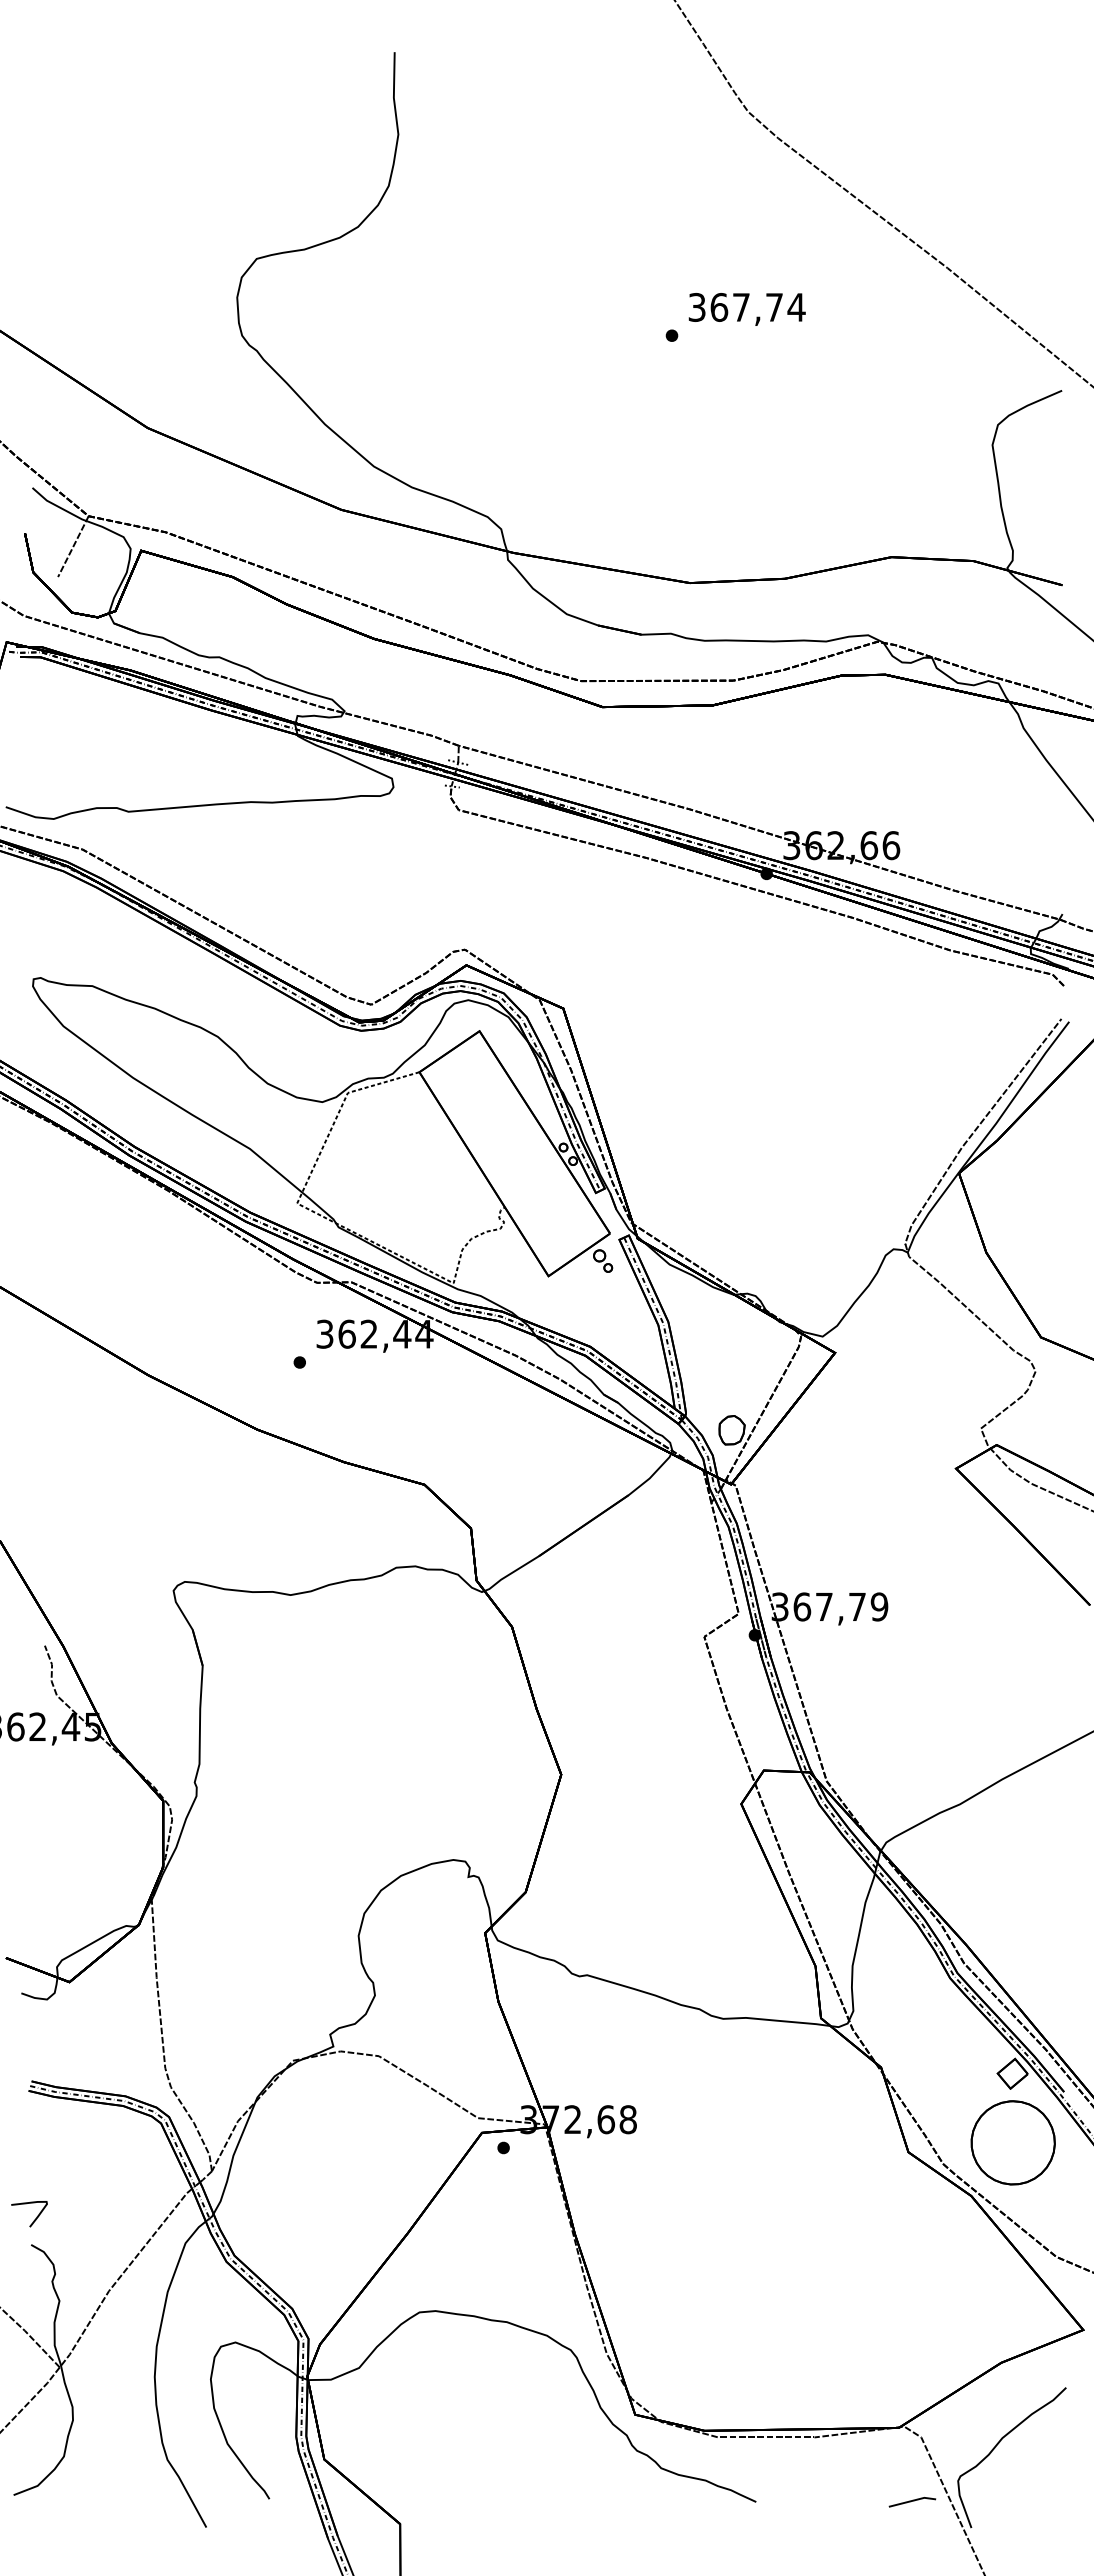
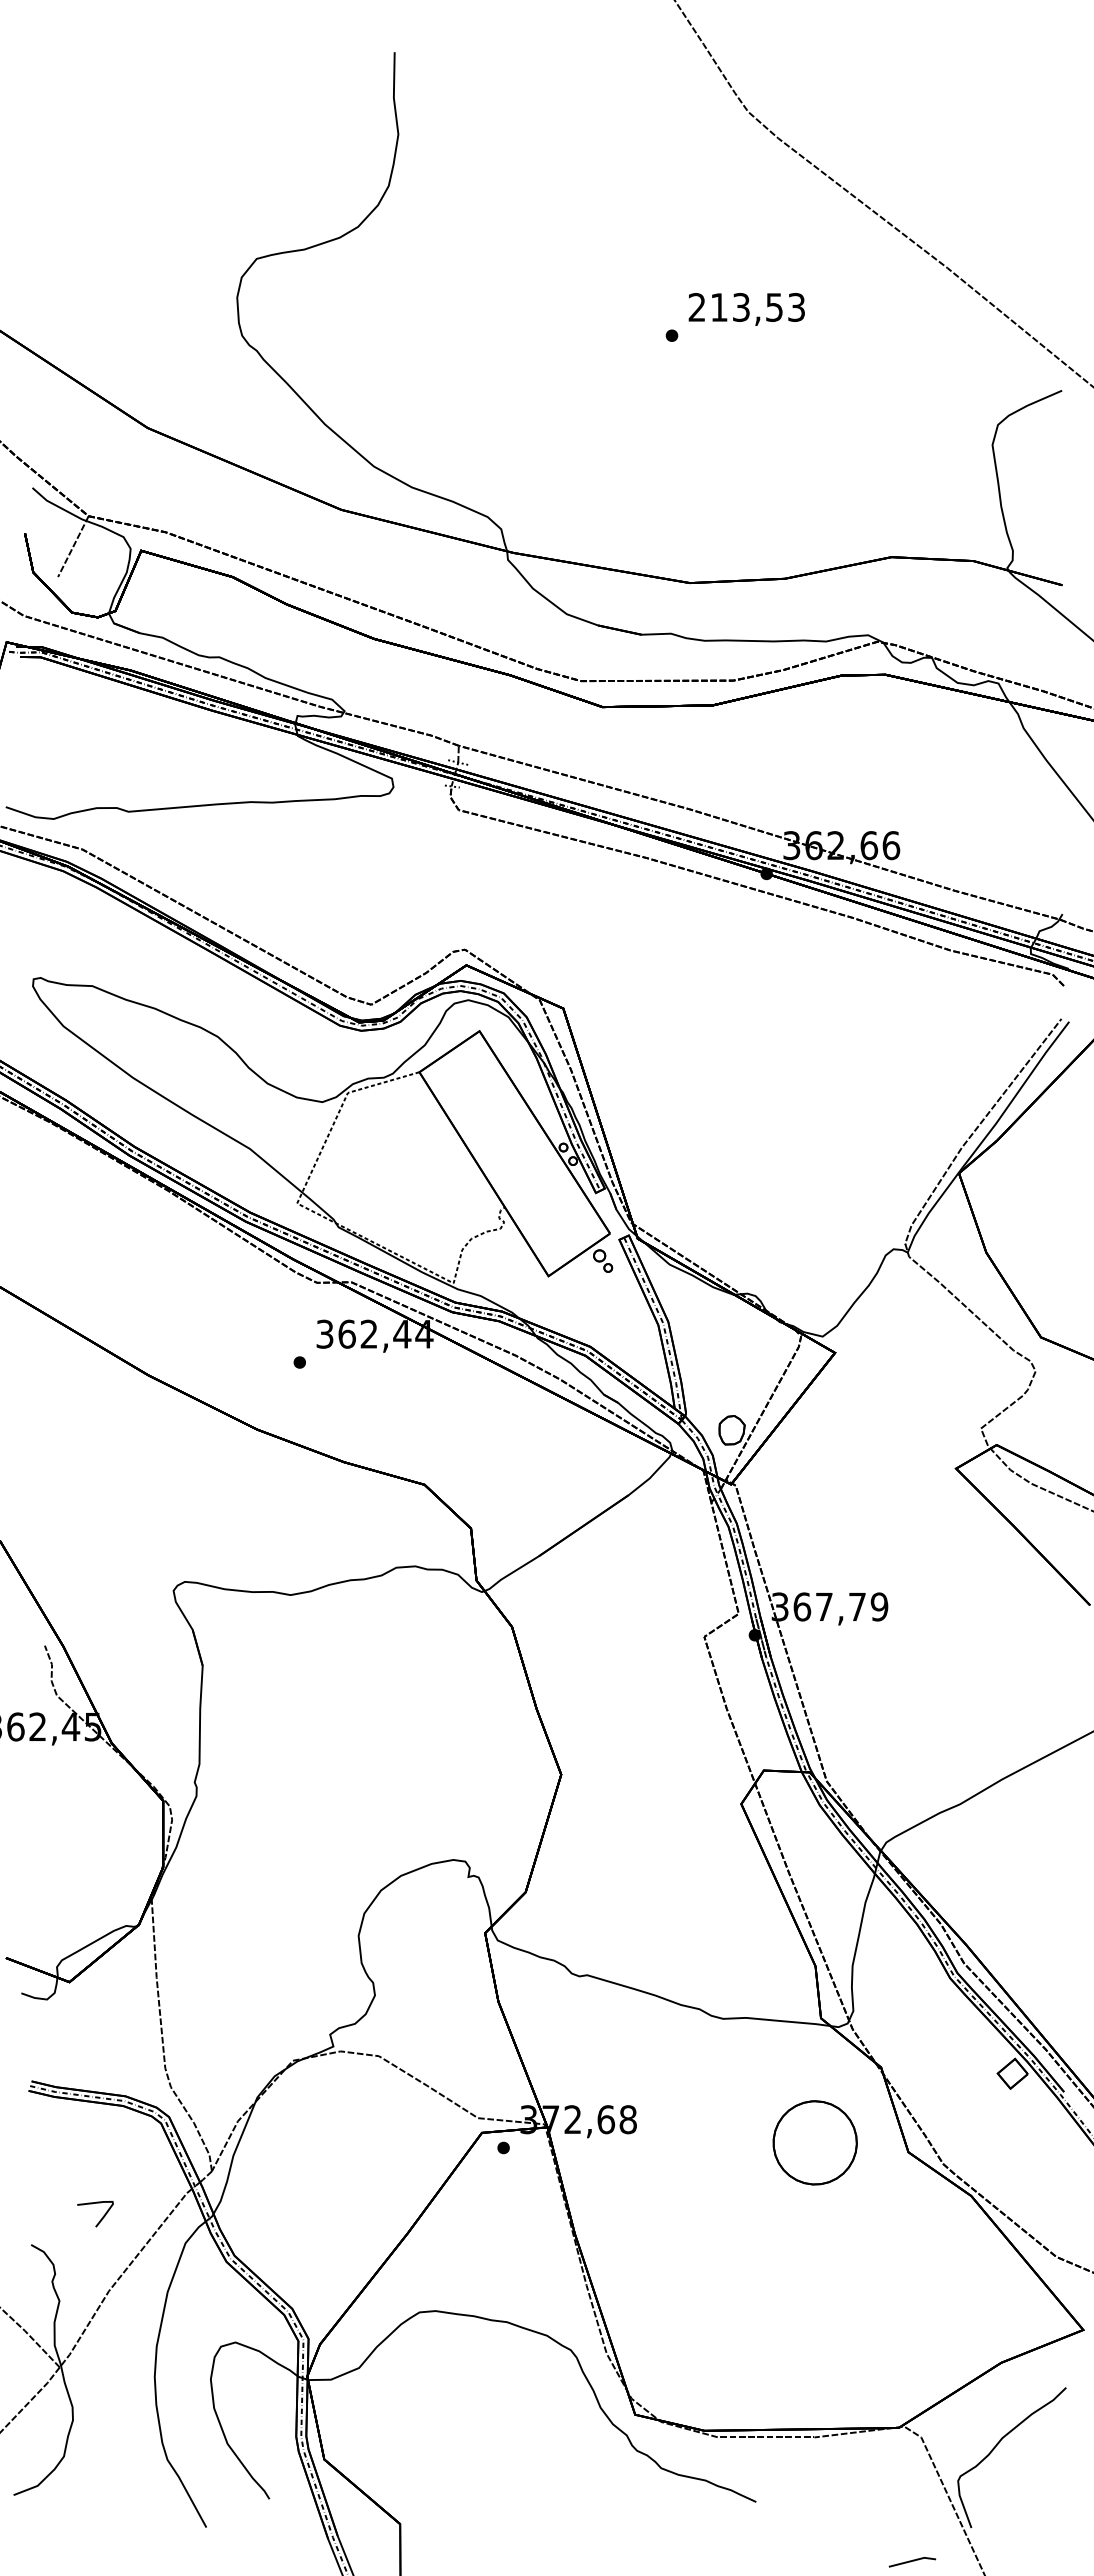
text at (746, 306): 367,74 -> 213,53
part at (1012, 2142) position: (1012, 2142) -> (814, 2142)
curve at (34, 2219) position: (34, 2219) -> (100, 2219)
line at (912, 2501) position: (912, 2501) -> (912, 2561)
